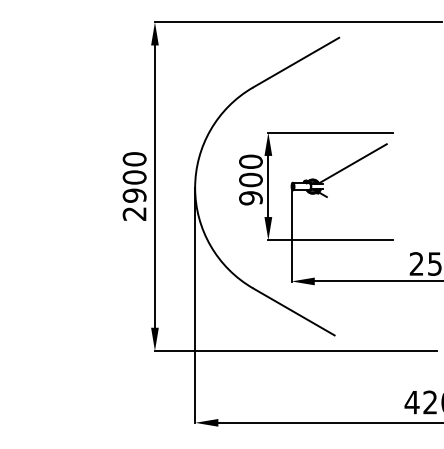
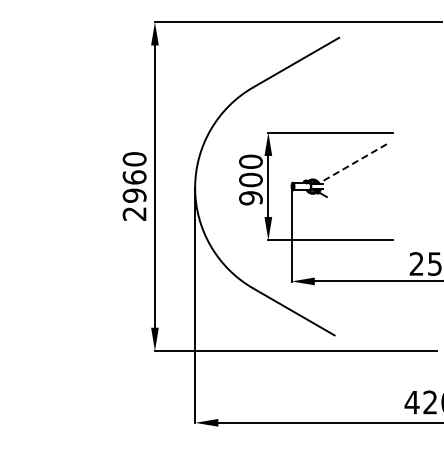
line at (352, 163): solid -> dashed
text at (134, 177): 2900 -> 2960
